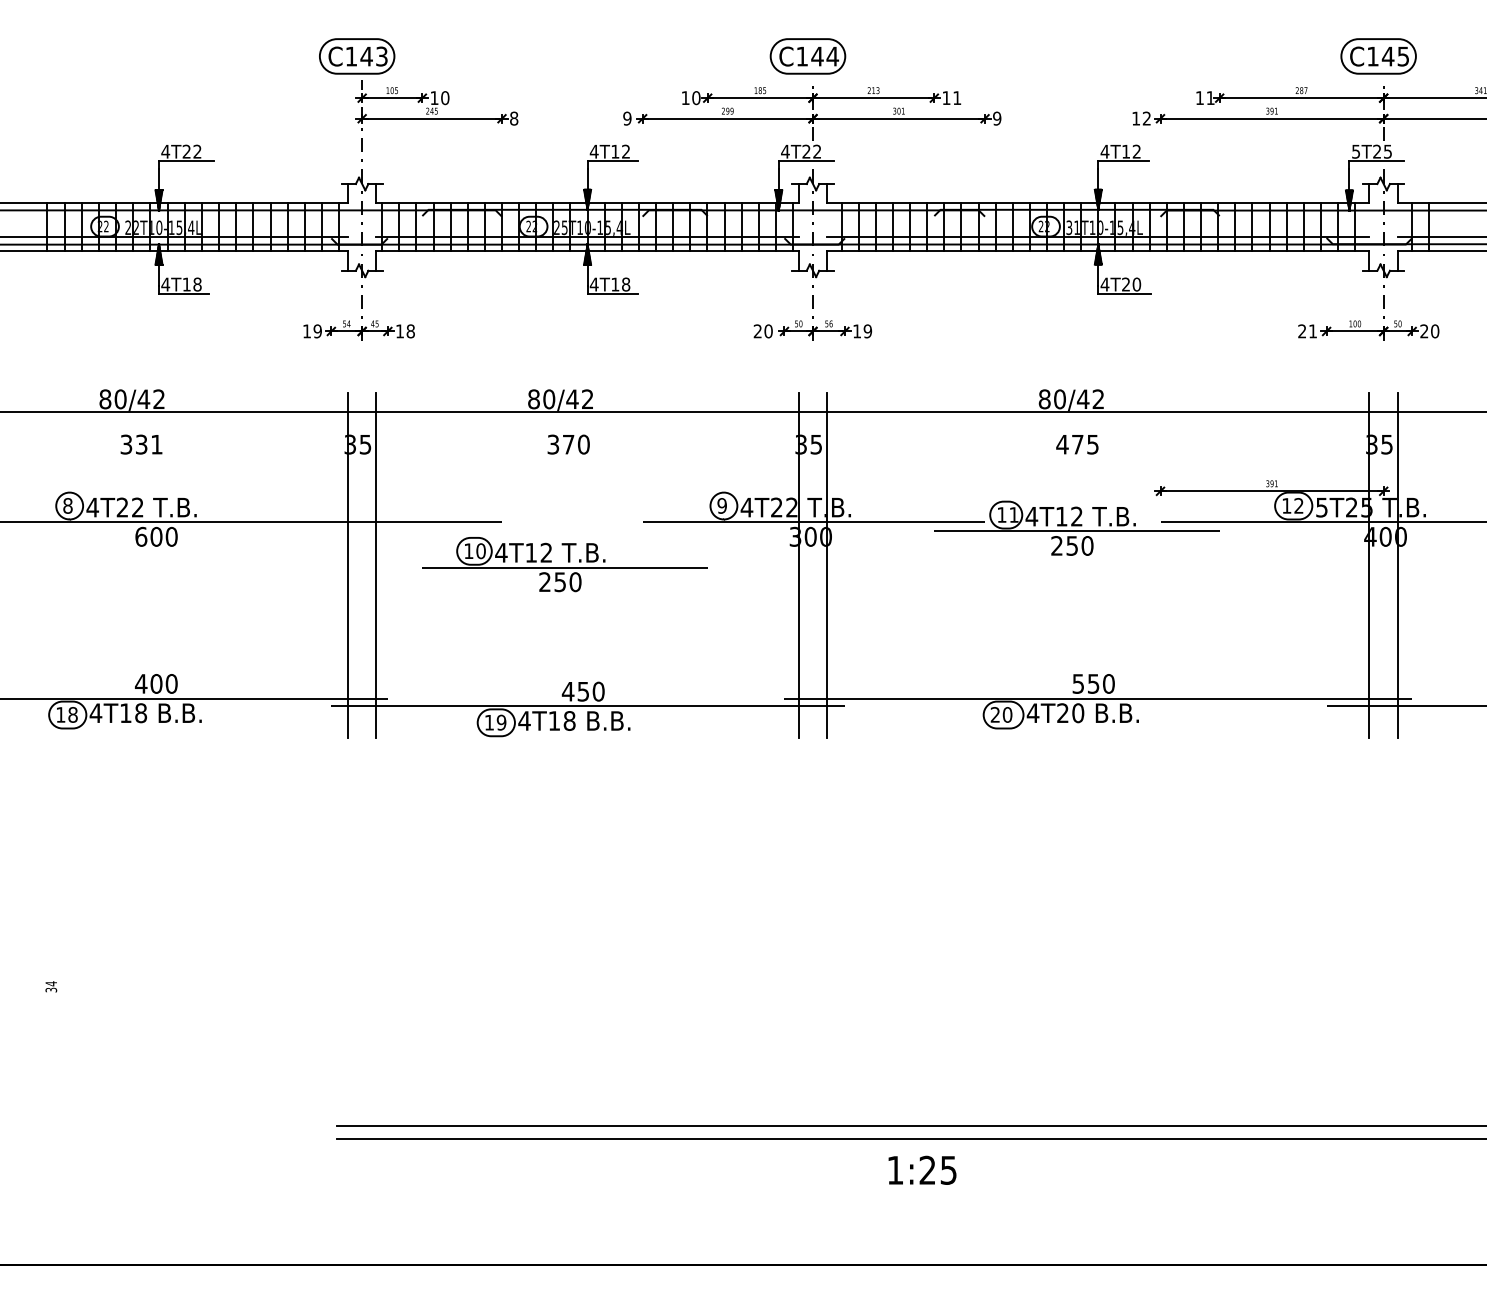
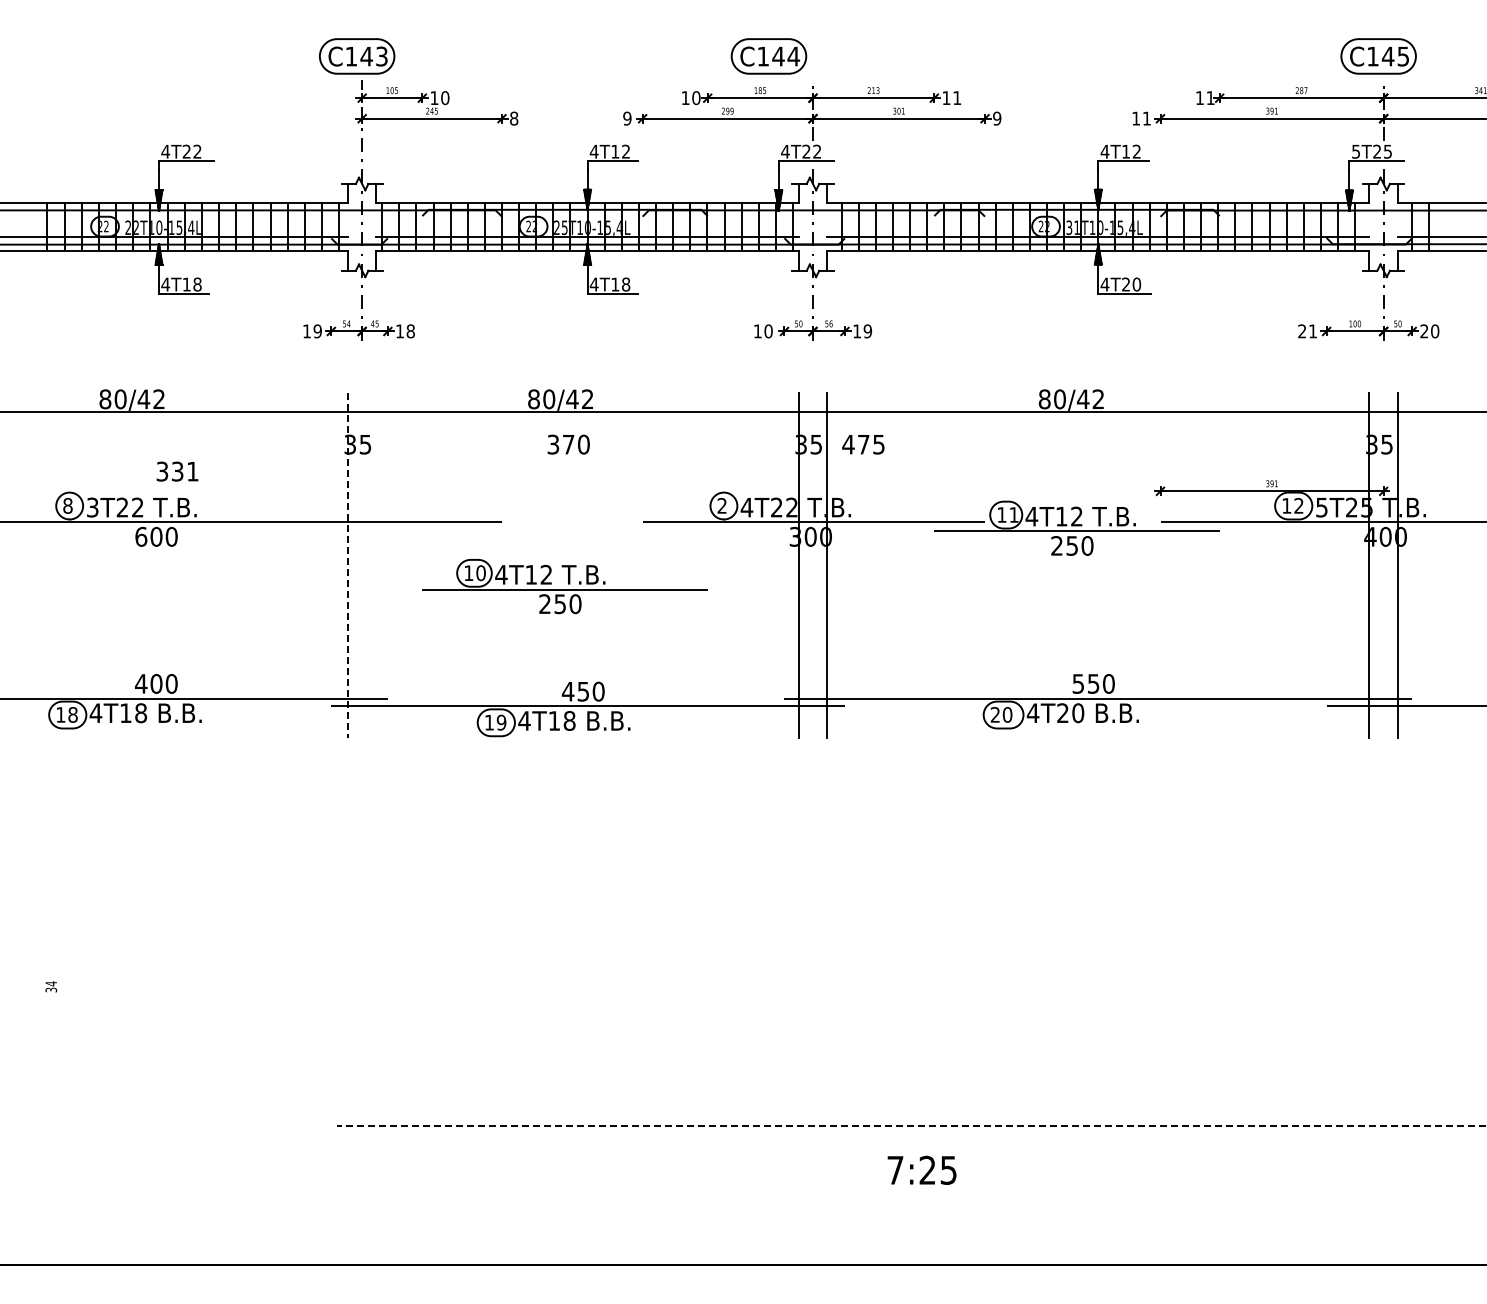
part at (807, 56) position: (807, 56) -> (768, 56)
text at (1146, 118): 12 -> 11
text at (757, 331): 20 -> 10
text at (141, 444) position: (141, 444) -> (177, 471)
text at (1077, 444) position: (1077, 444) -> (863, 444)
text at (721, 505): 9 -> 2
text at (92, 507): 4T22 -> 3T22
part at (564, 564) position: (564, 564) -> (564, 586)
line at (347, 565): solid -> dashed
line at (376, 565): present -> none
line at (911, 1126): solid -> dashed
line at (910, 1138): present -> none
text at (895, 1170): 1:25 -> 7:25
